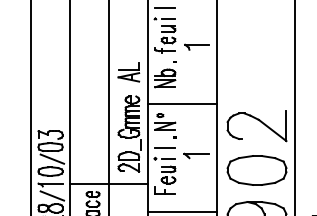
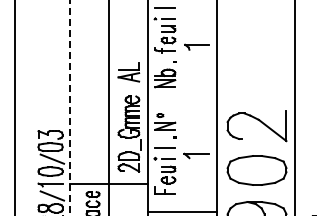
line at (182, 104): present -> none
line at (31, 107) position: (31, 107) -> (15, 107)
line at (70, 107): solid -> dashed
